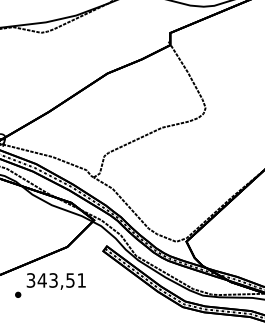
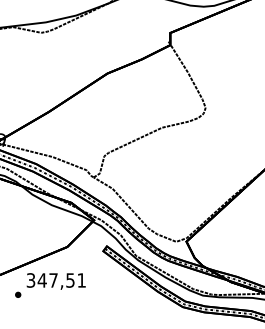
text at (53, 280): 343,51 -> 347,51
